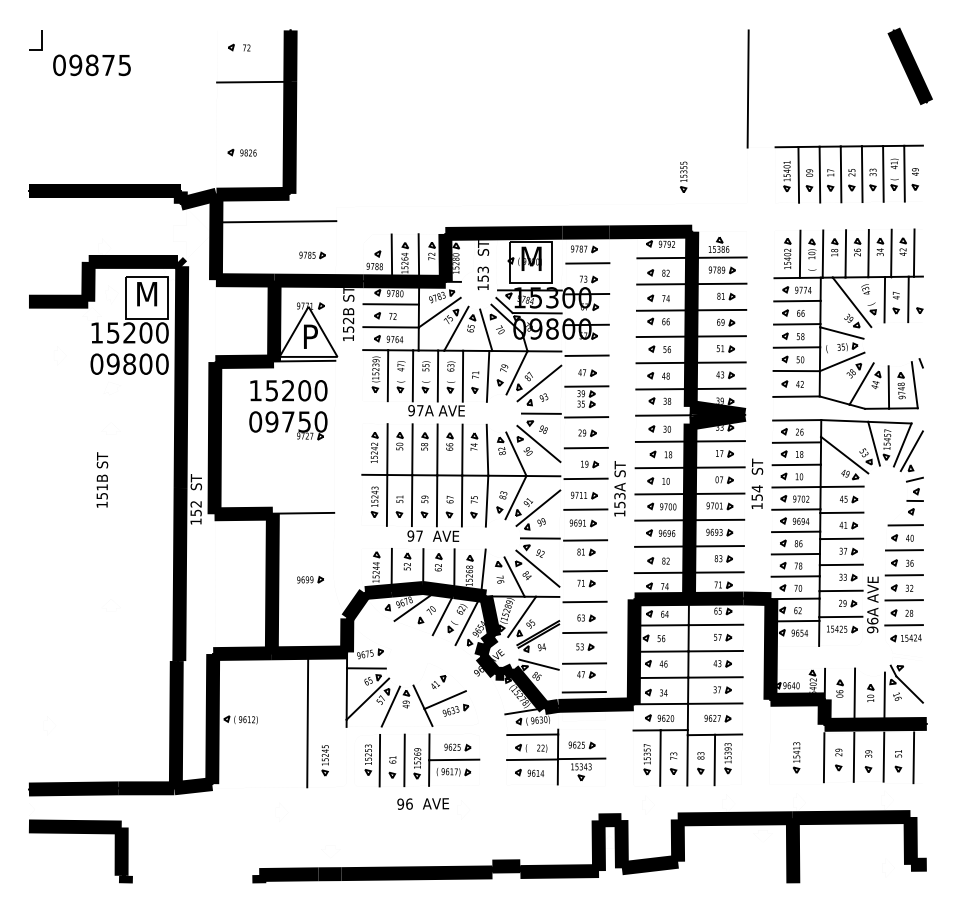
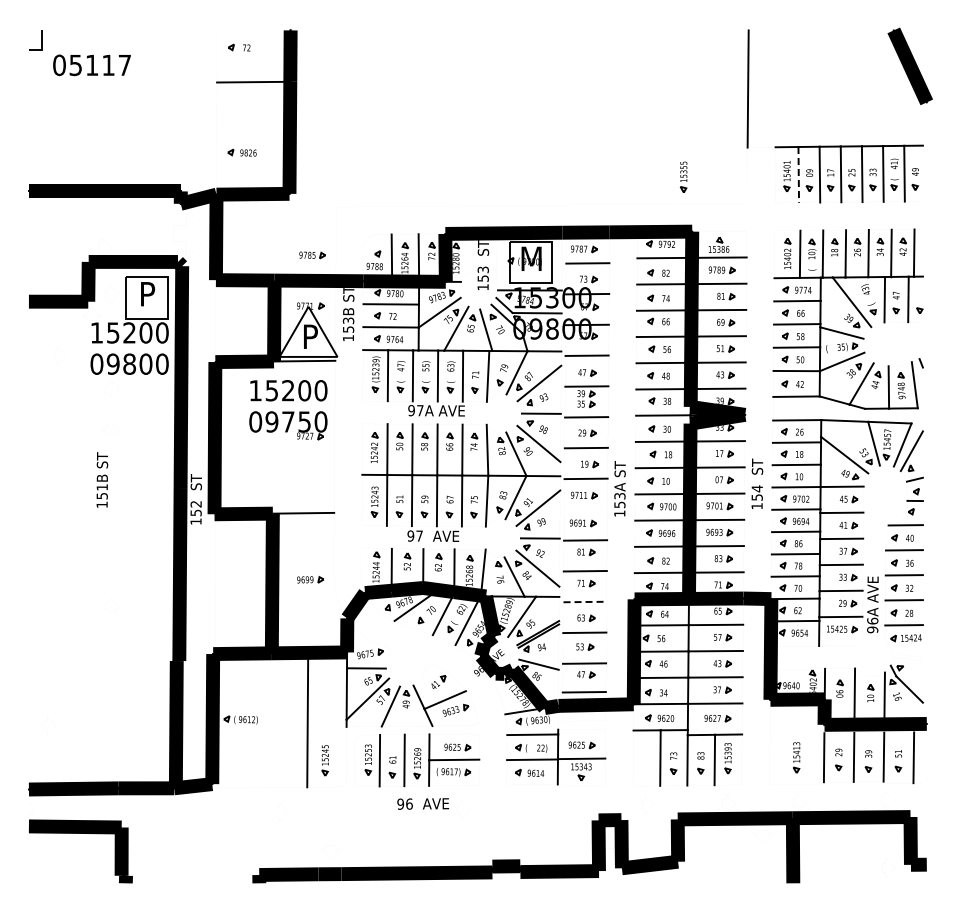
text at (99, 65): 09875 -> 05117
line at (798, 174): solid -> dashed
line at (276, 221): present -> none
text at (147, 294): M -> P
text at (348, 320): 152B -> 153B
line at (585, 509): present -> none
line at (585, 602): solid -> dashed
part at (646, 759): present -> none
